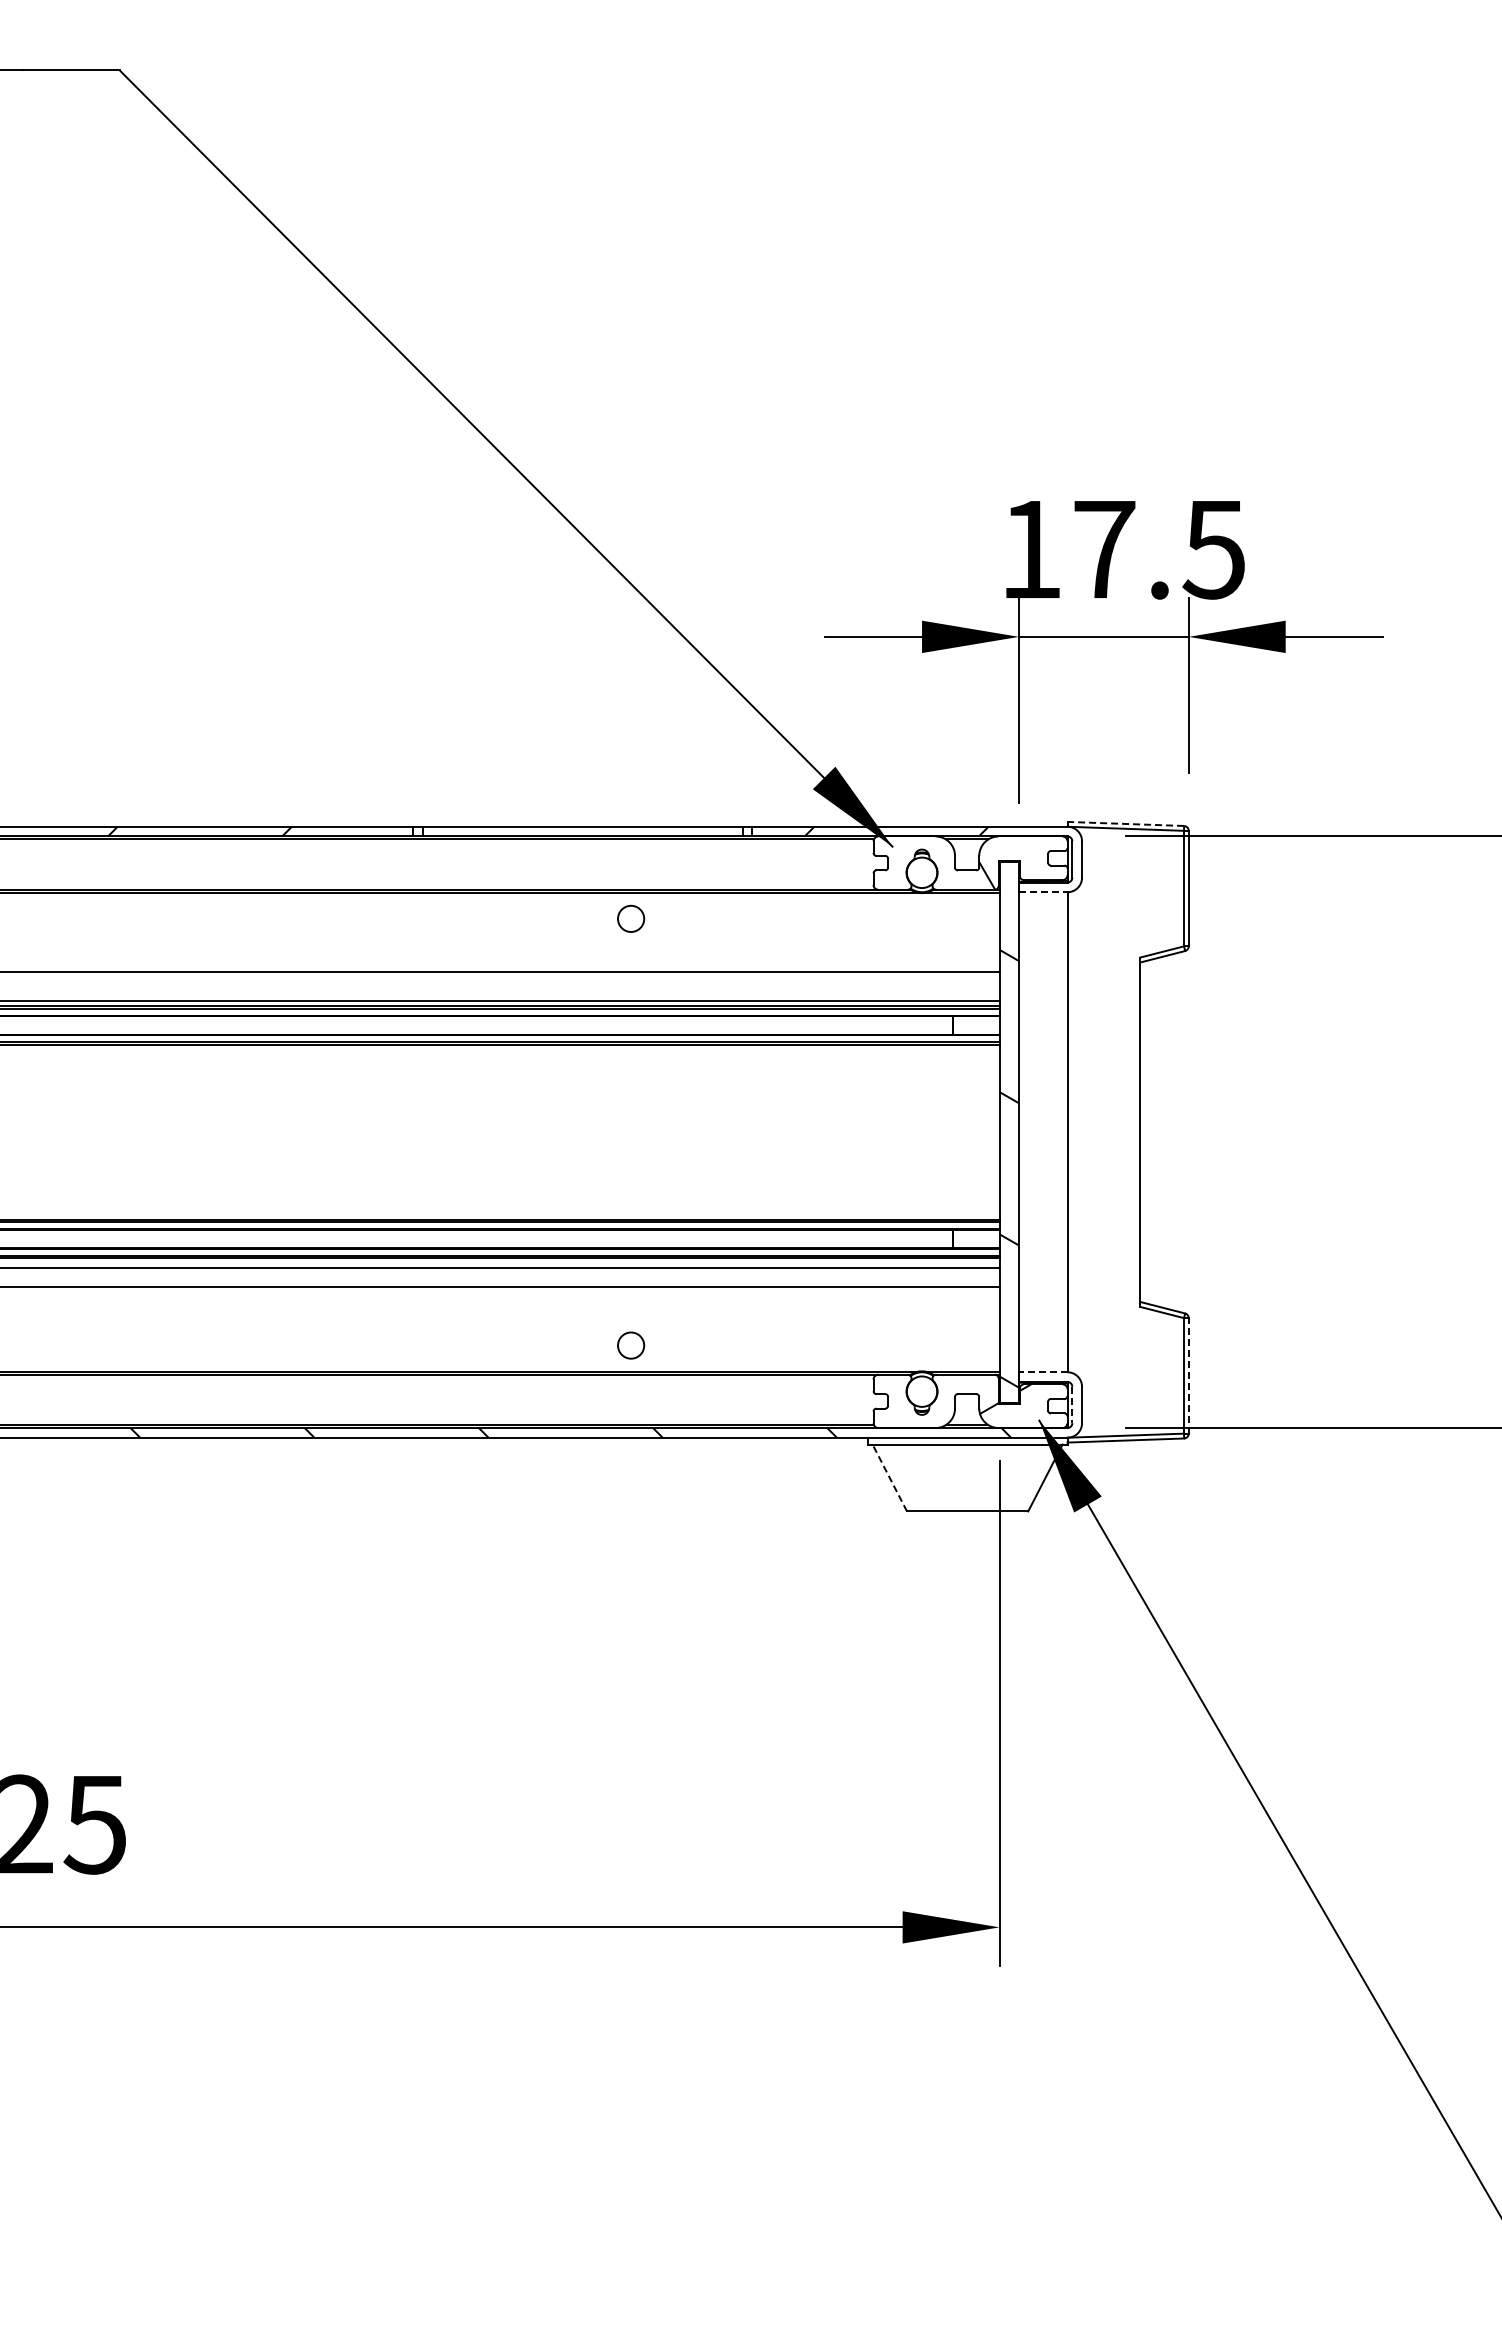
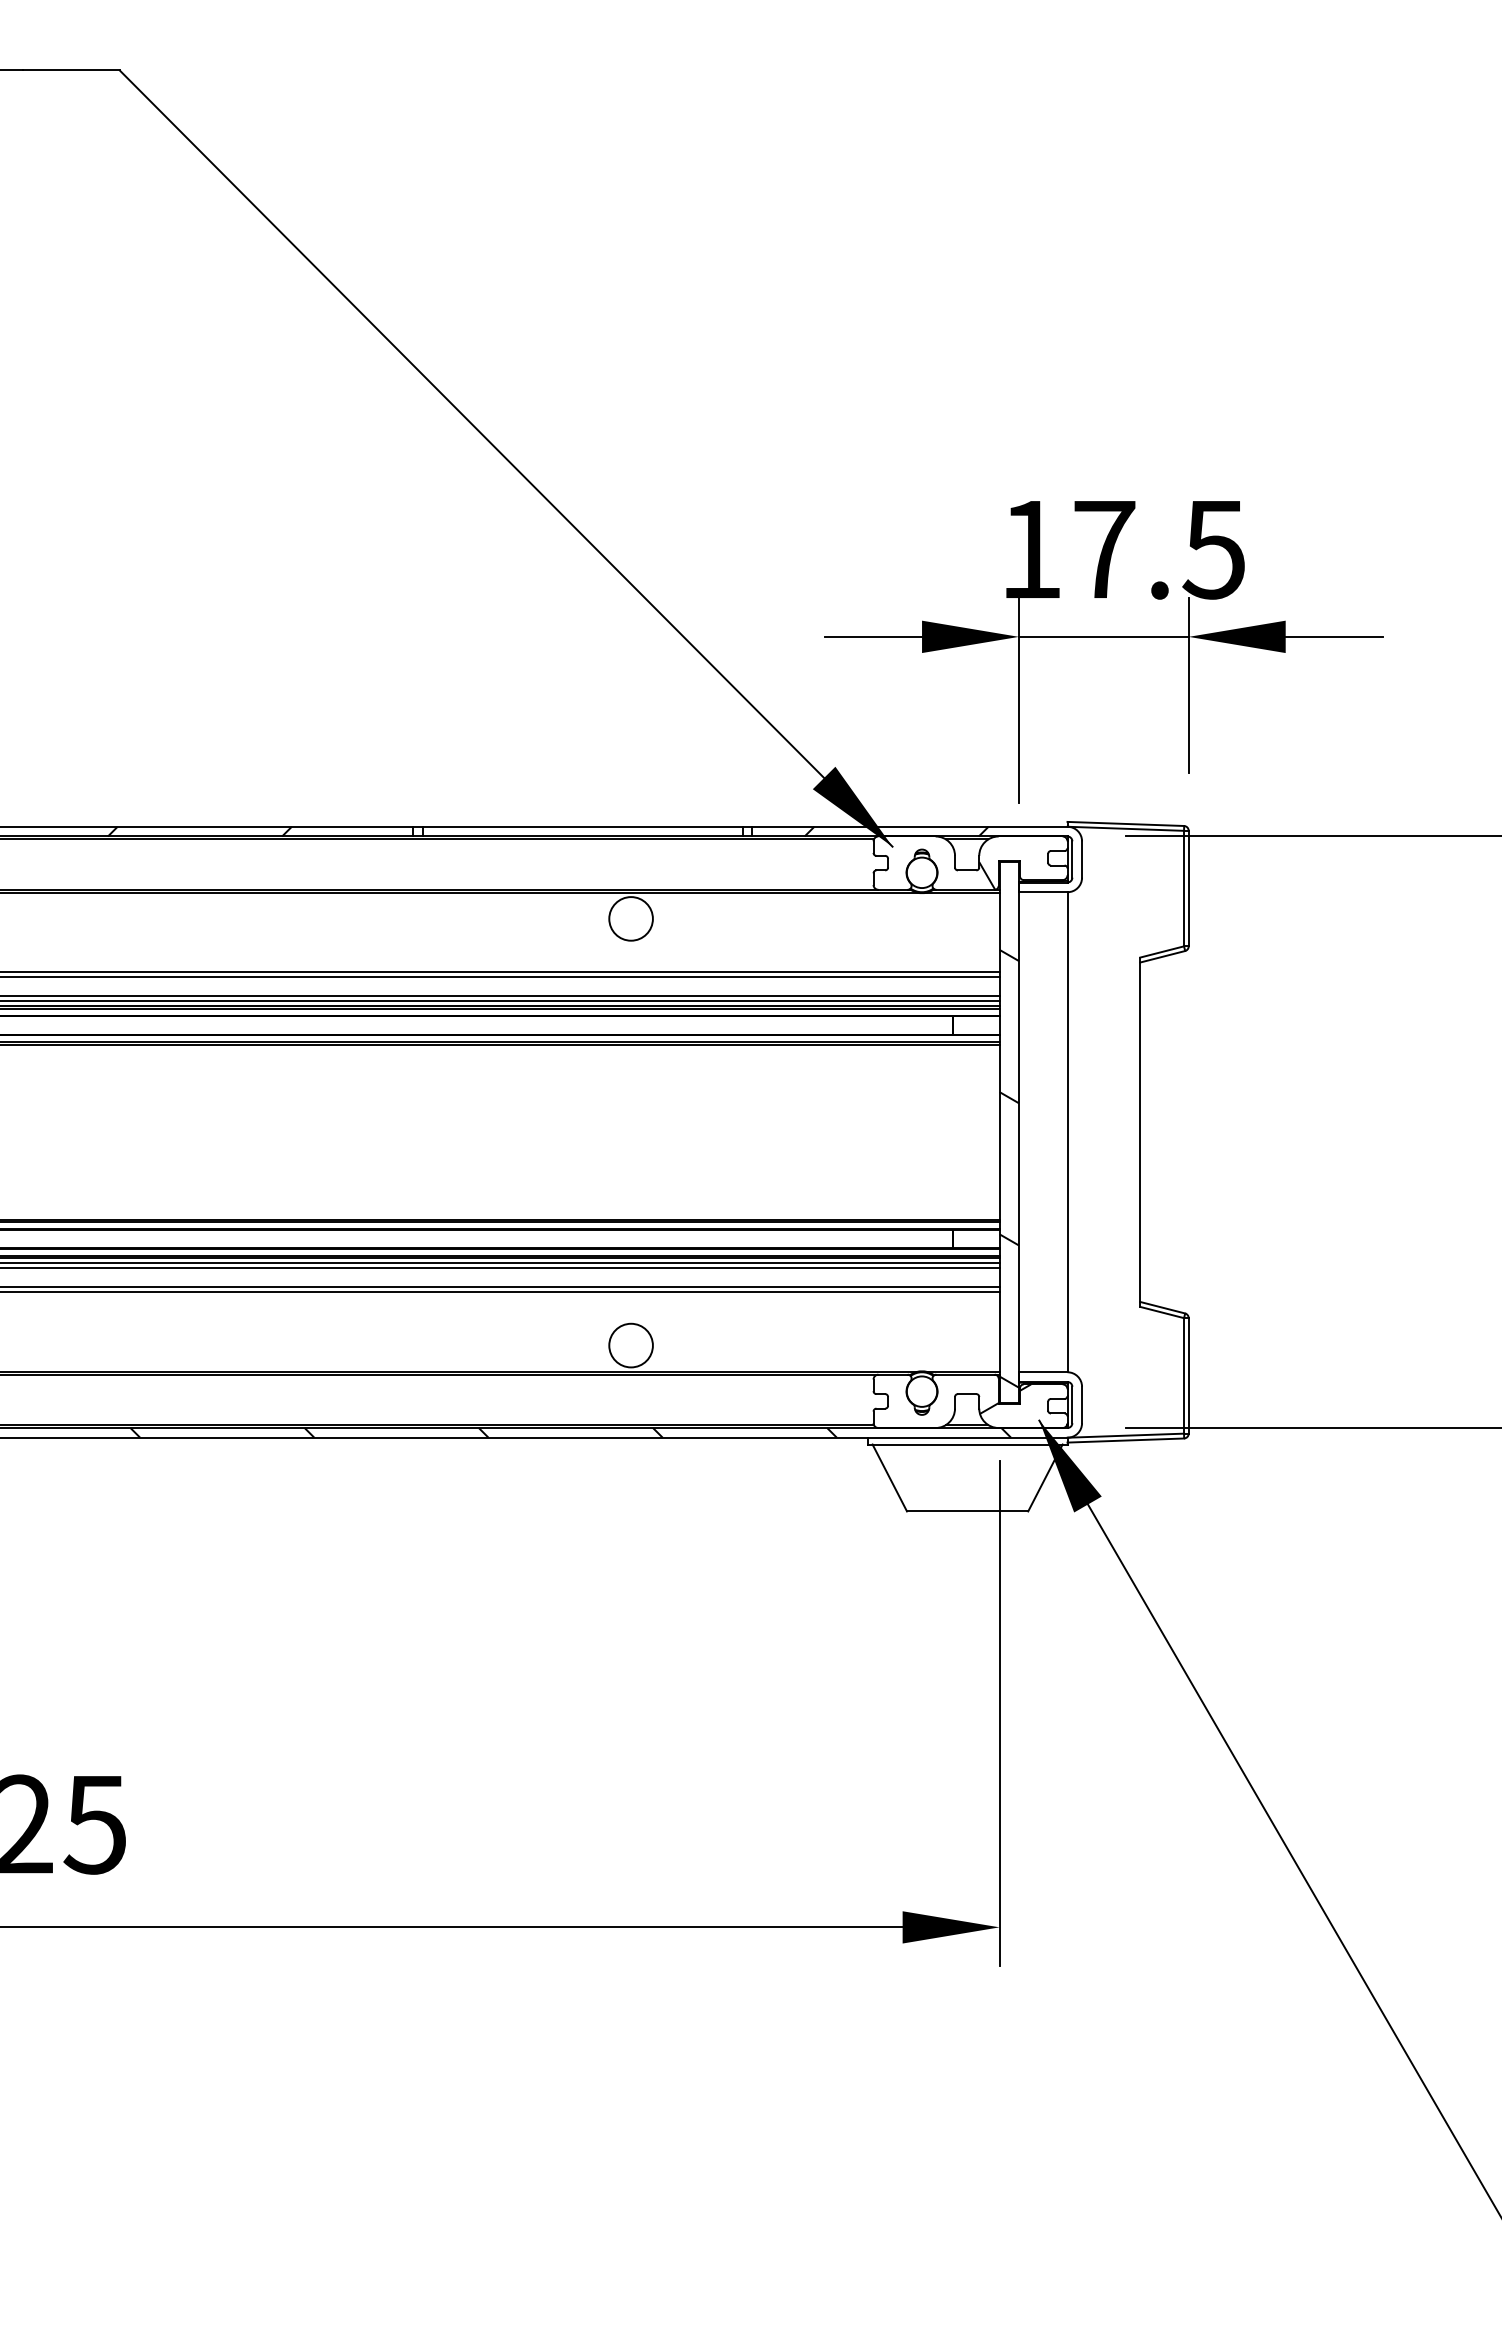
line at (1125, 823): dashed -> solid
line at (1043, 892): dashed -> solid
circle at (631, 918) diameter: 26 px -> 44 px
line at (500, 977): none -> present
line at (500, 996): none -> present
line at (500, 1263): none -> present
line at (500, 1292): none -> present
circle at (631, 1345) diameter: 26 px -> 44 px
line at (1042, 1372): dashed -> solid
line at (1188, 1375): dashed -> solid
line at (1072, 1405): dashed -> solid
line at (889, 1477): dashed -> solid
